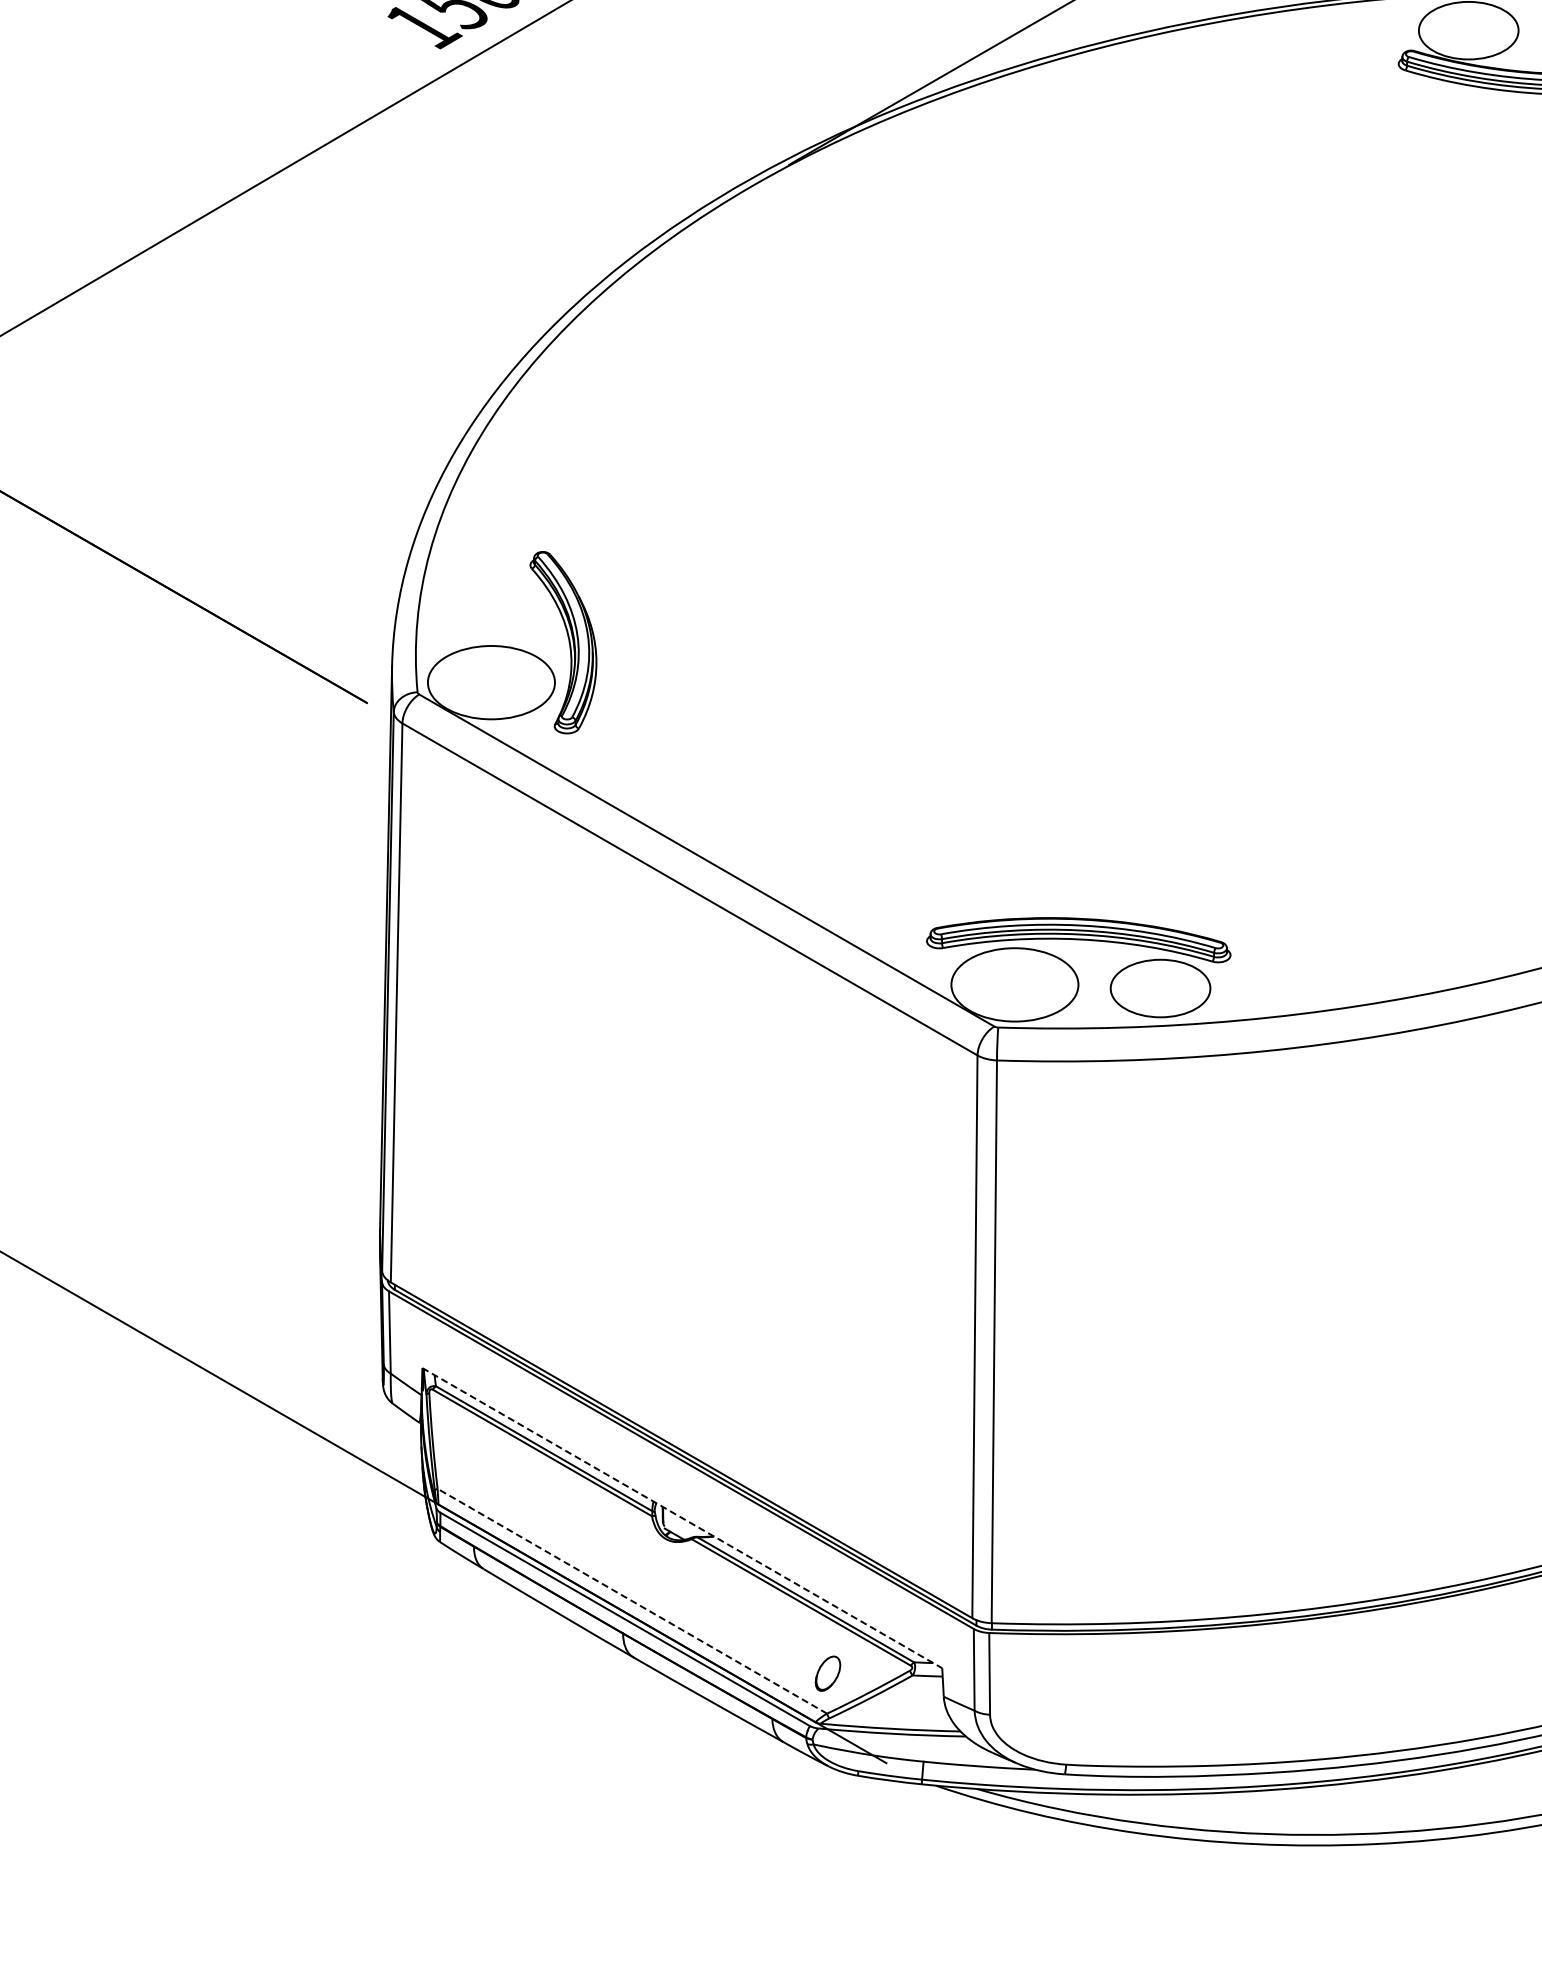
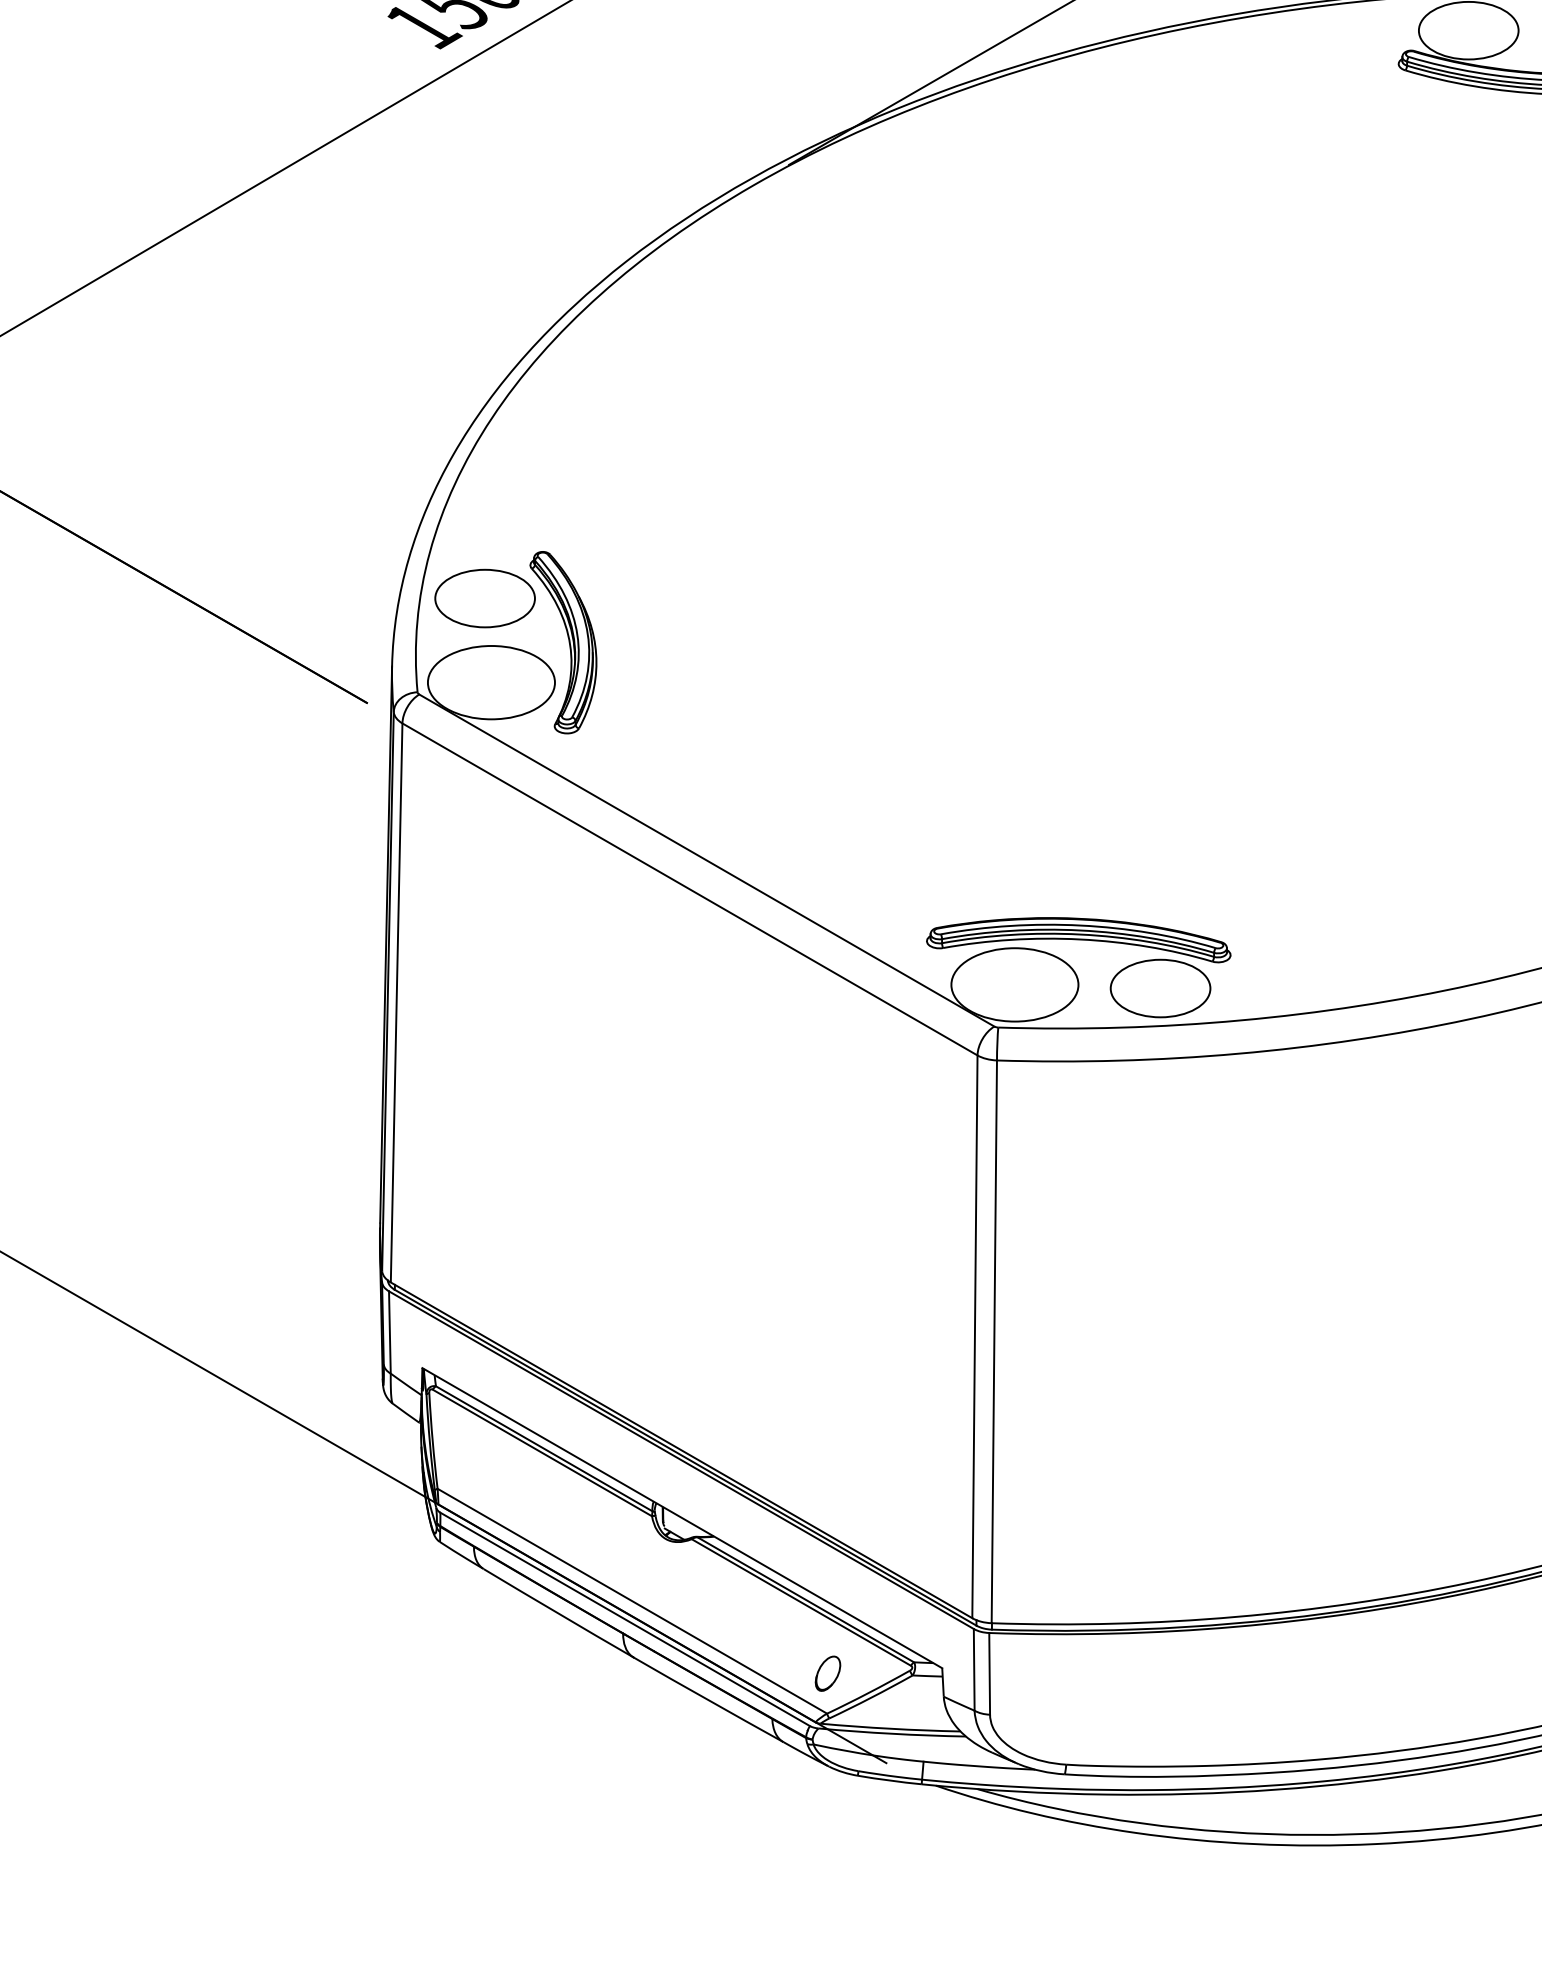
part at (484, 598): none -> present
line at (682, 1518): dashed -> solid
line at (632, 1601): dashed -> solid
